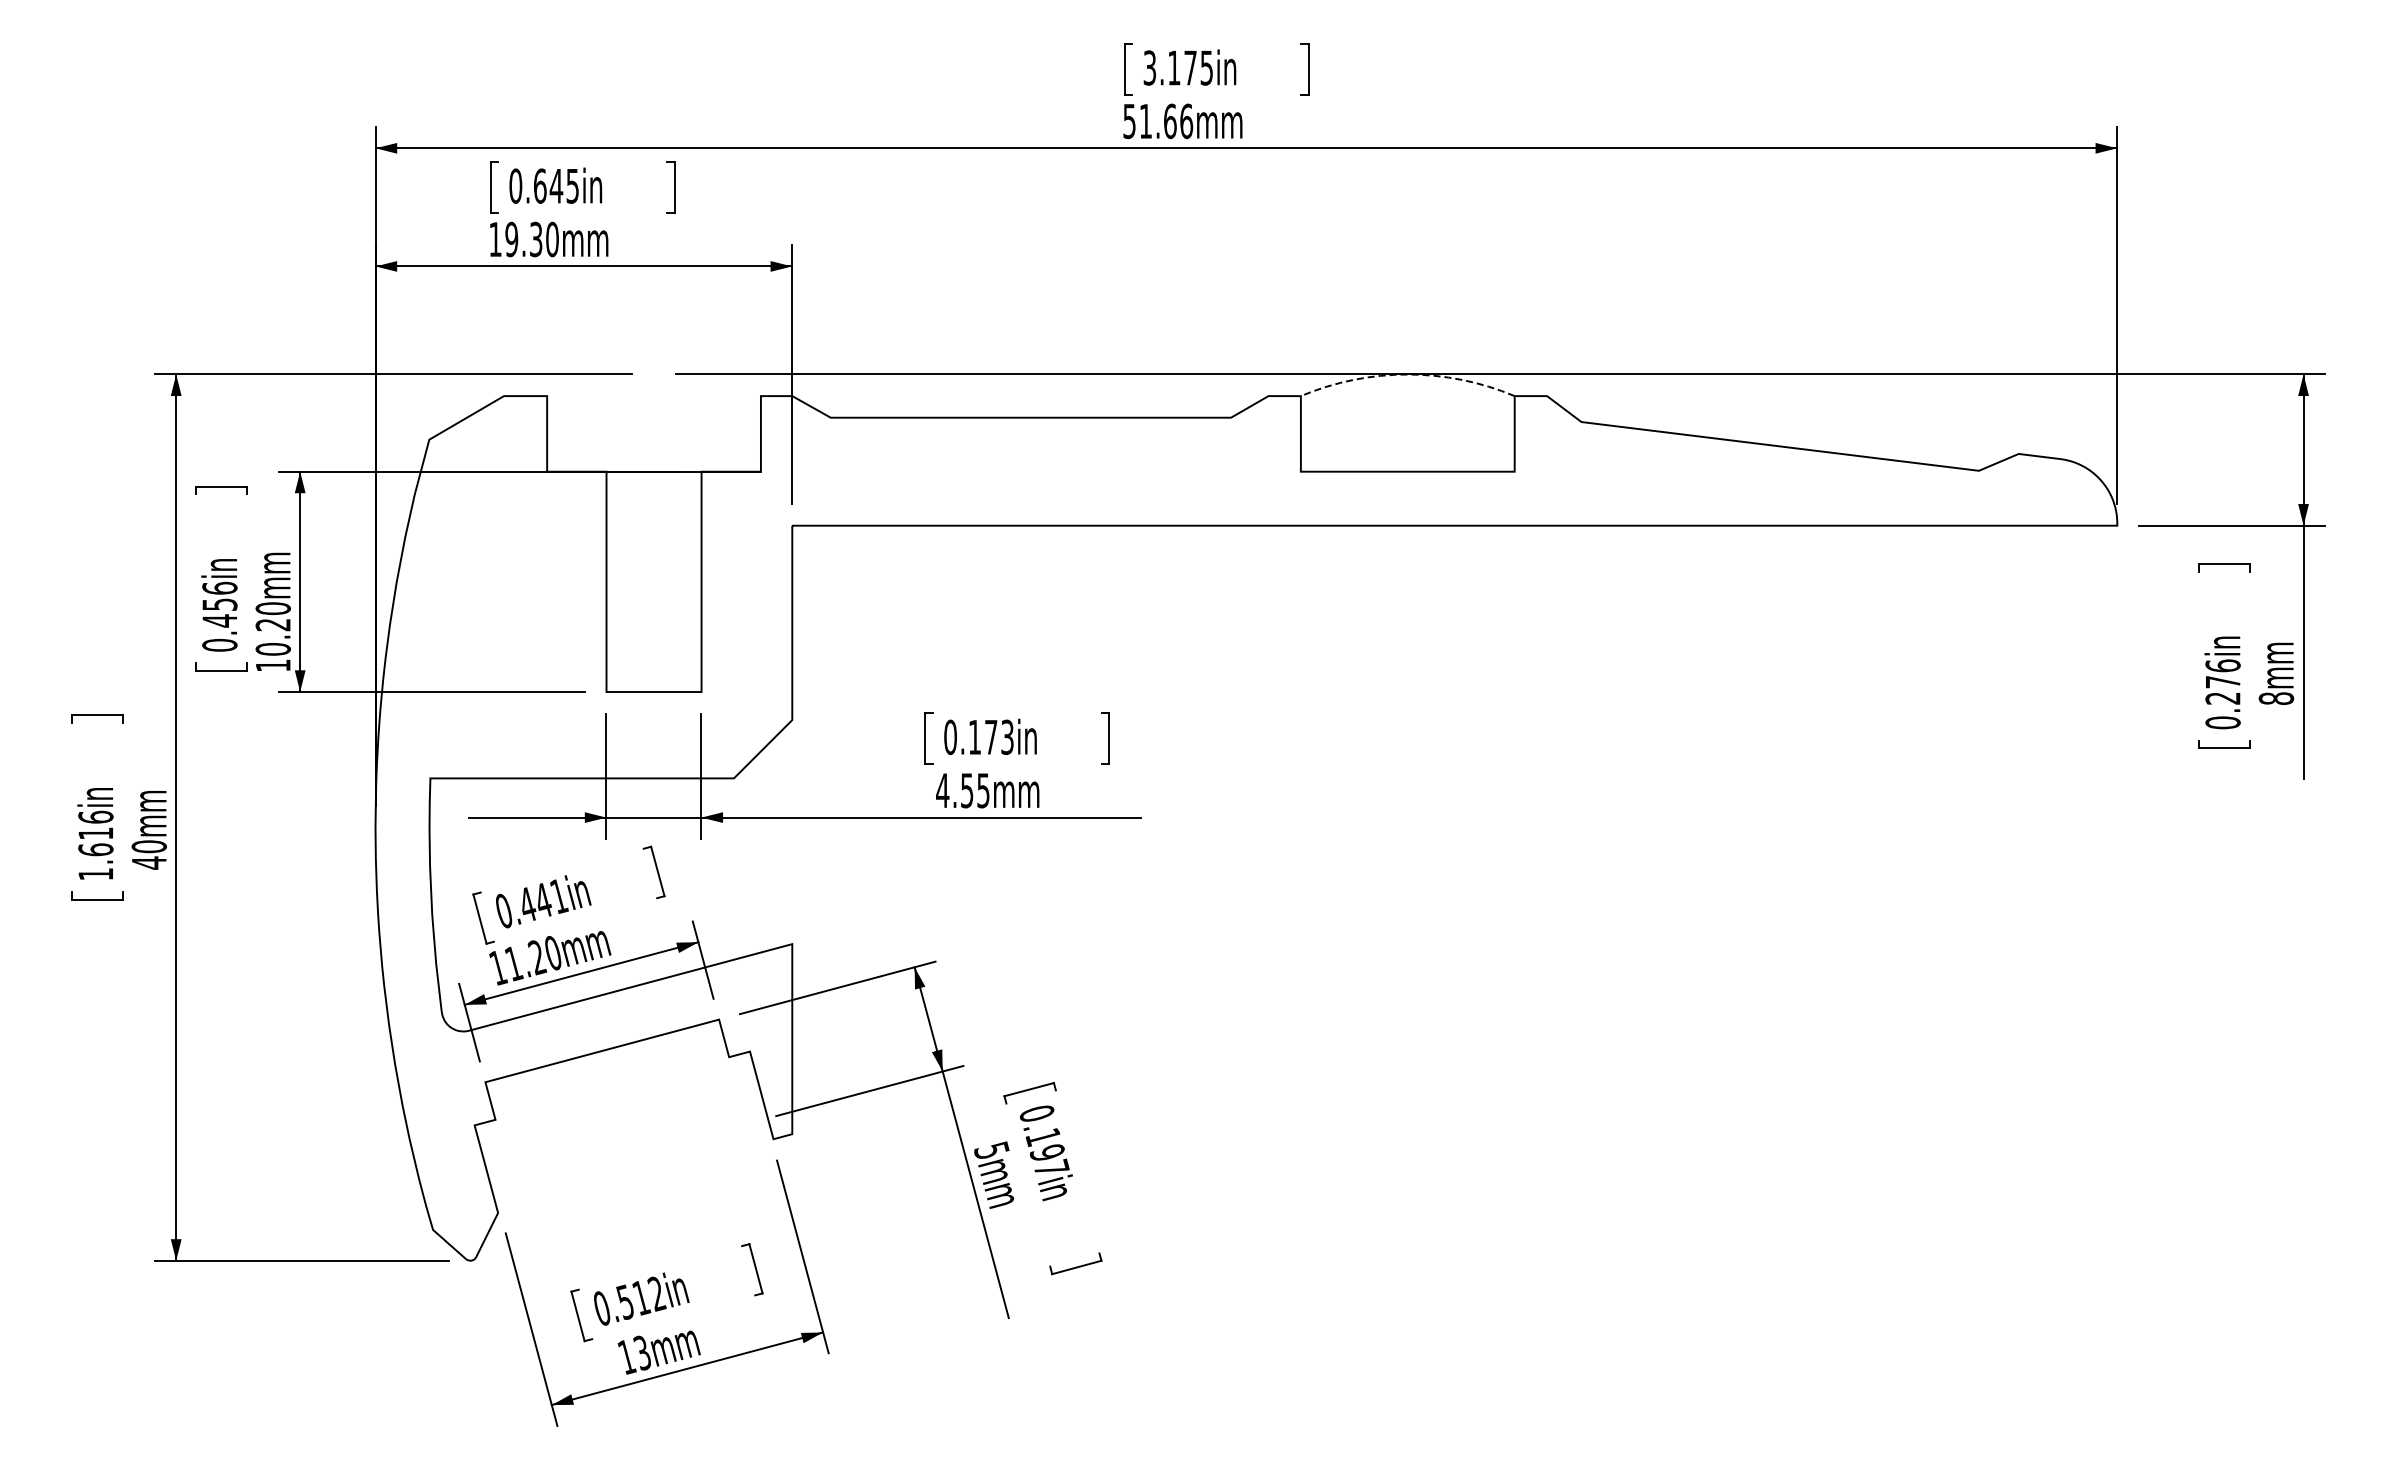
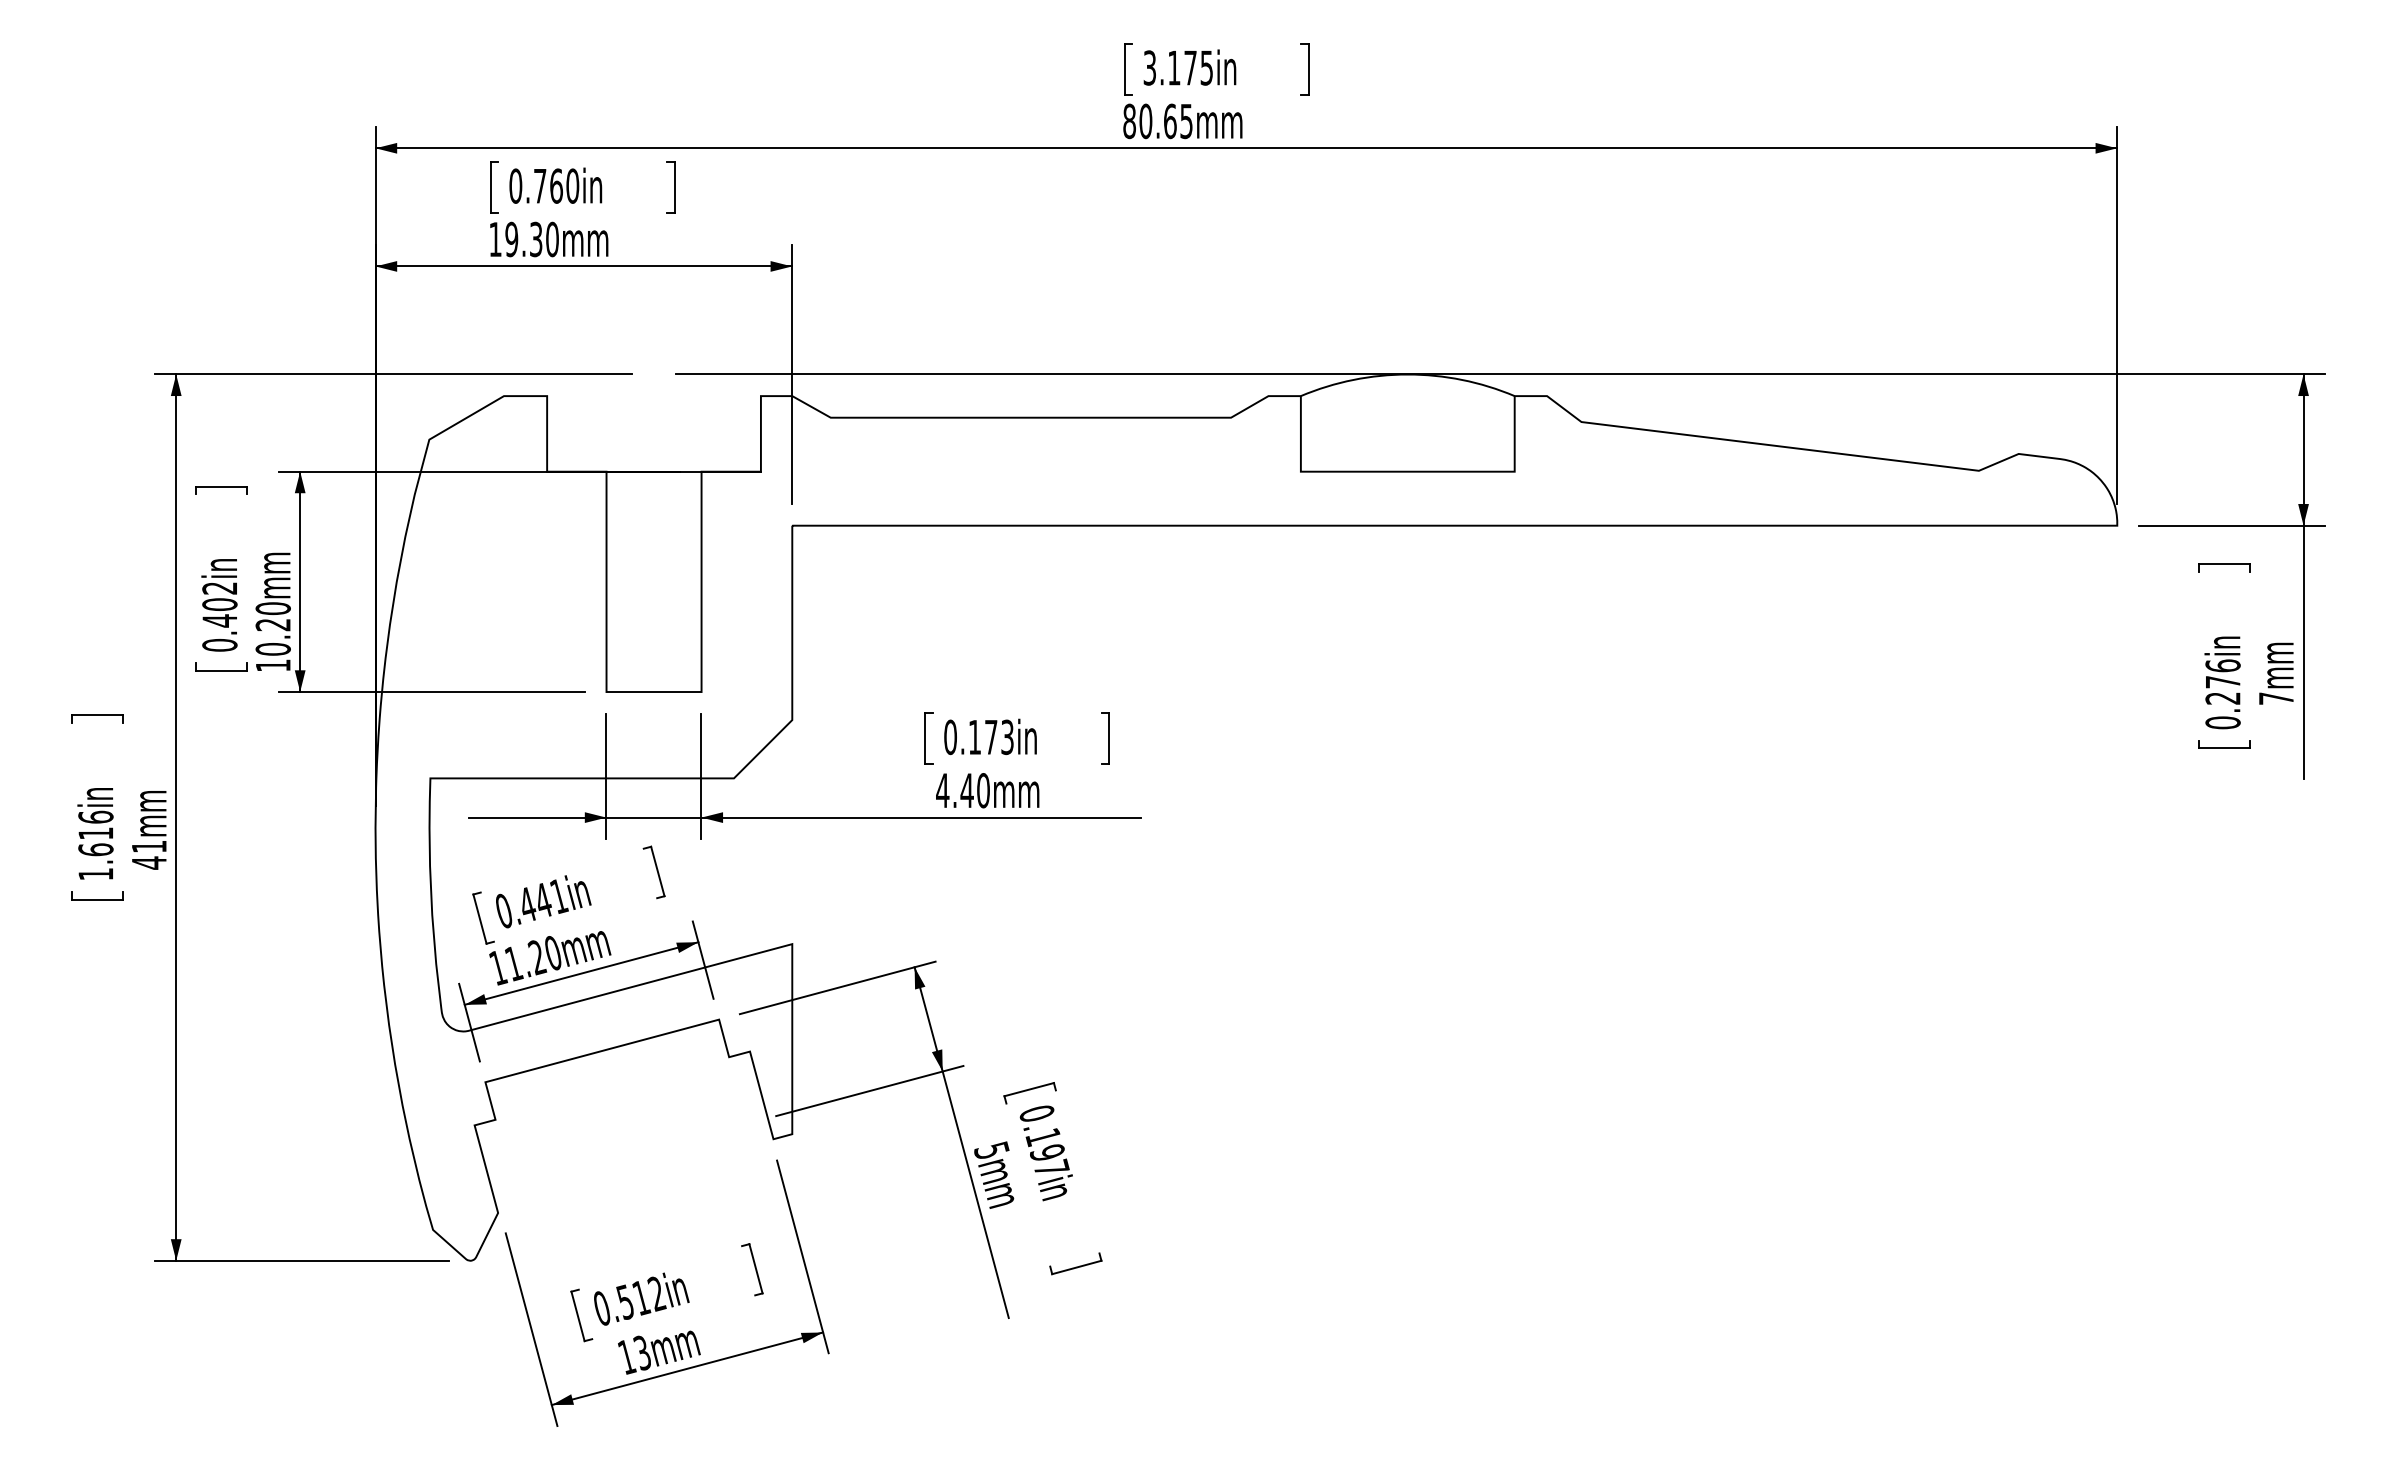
text at (1158, 121): 51.66mm -> 80.65mm
text at (556, 185): 0.645in -> 0.760in
arc at (1407, 374): dashed -> solid
text at (219, 595): 0.456in -> 0.402in
text at (2276, 698): 8mm -> 7mm
text at (974, 790): 4.55mm -> 4.40mm
text at (148, 846): 40mm -> 41mm
